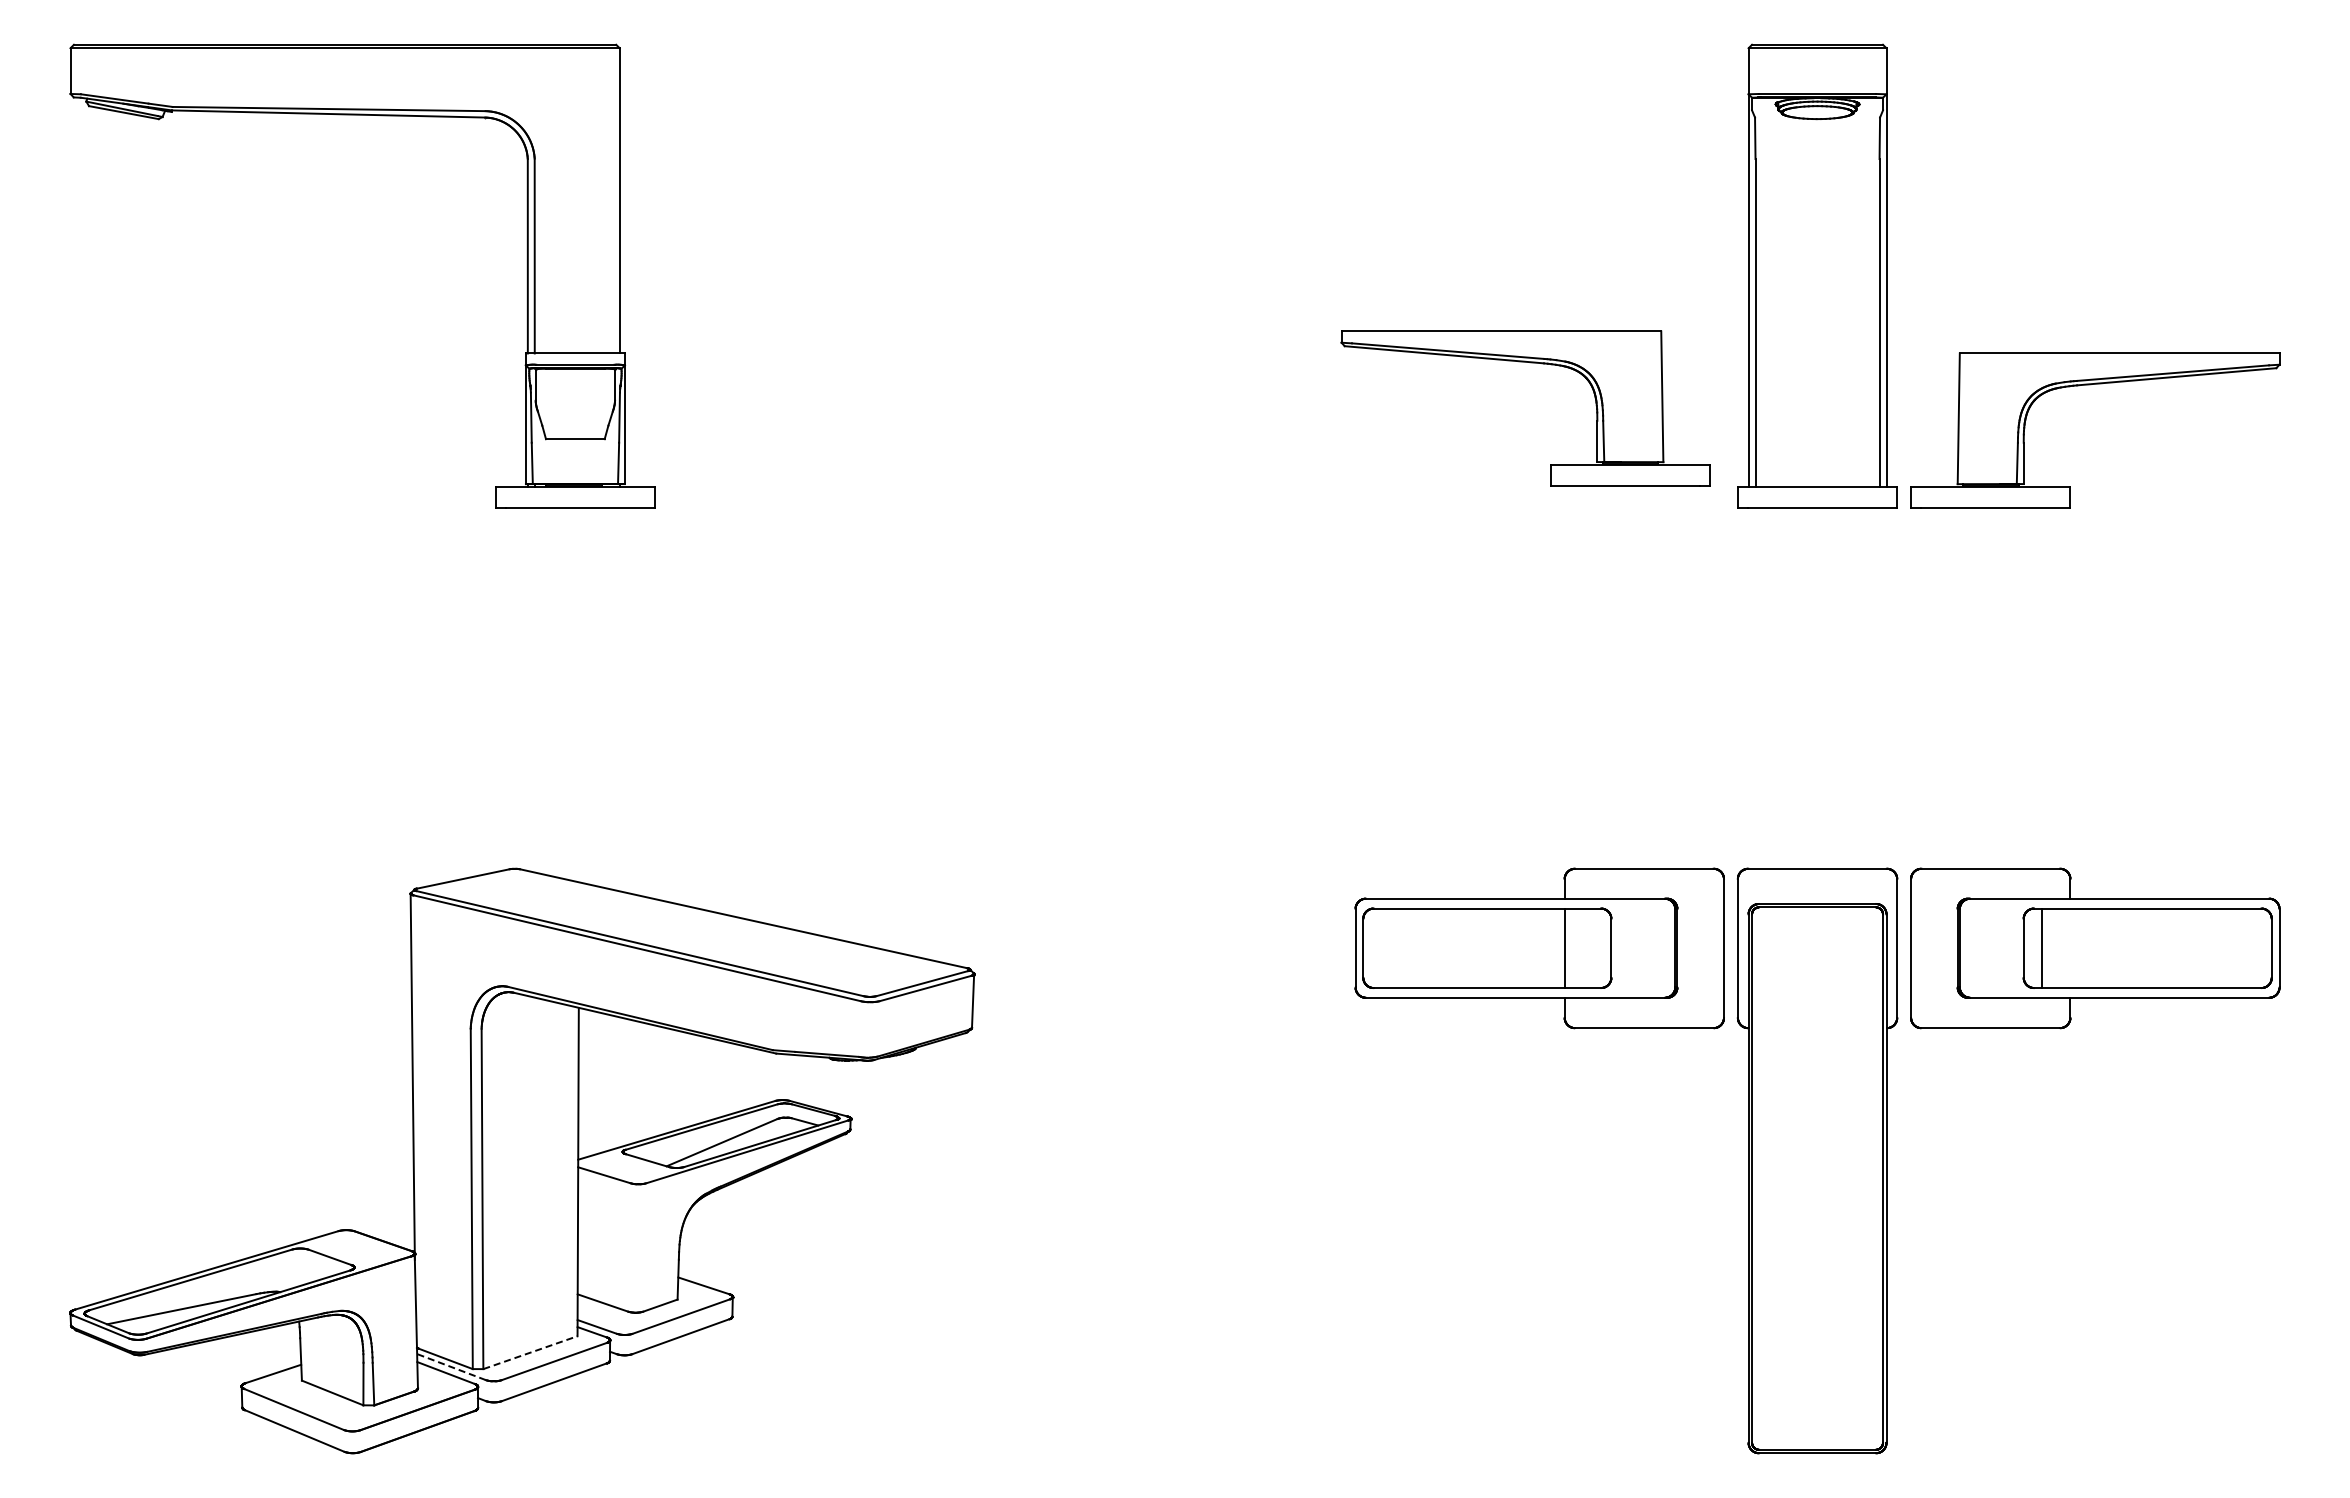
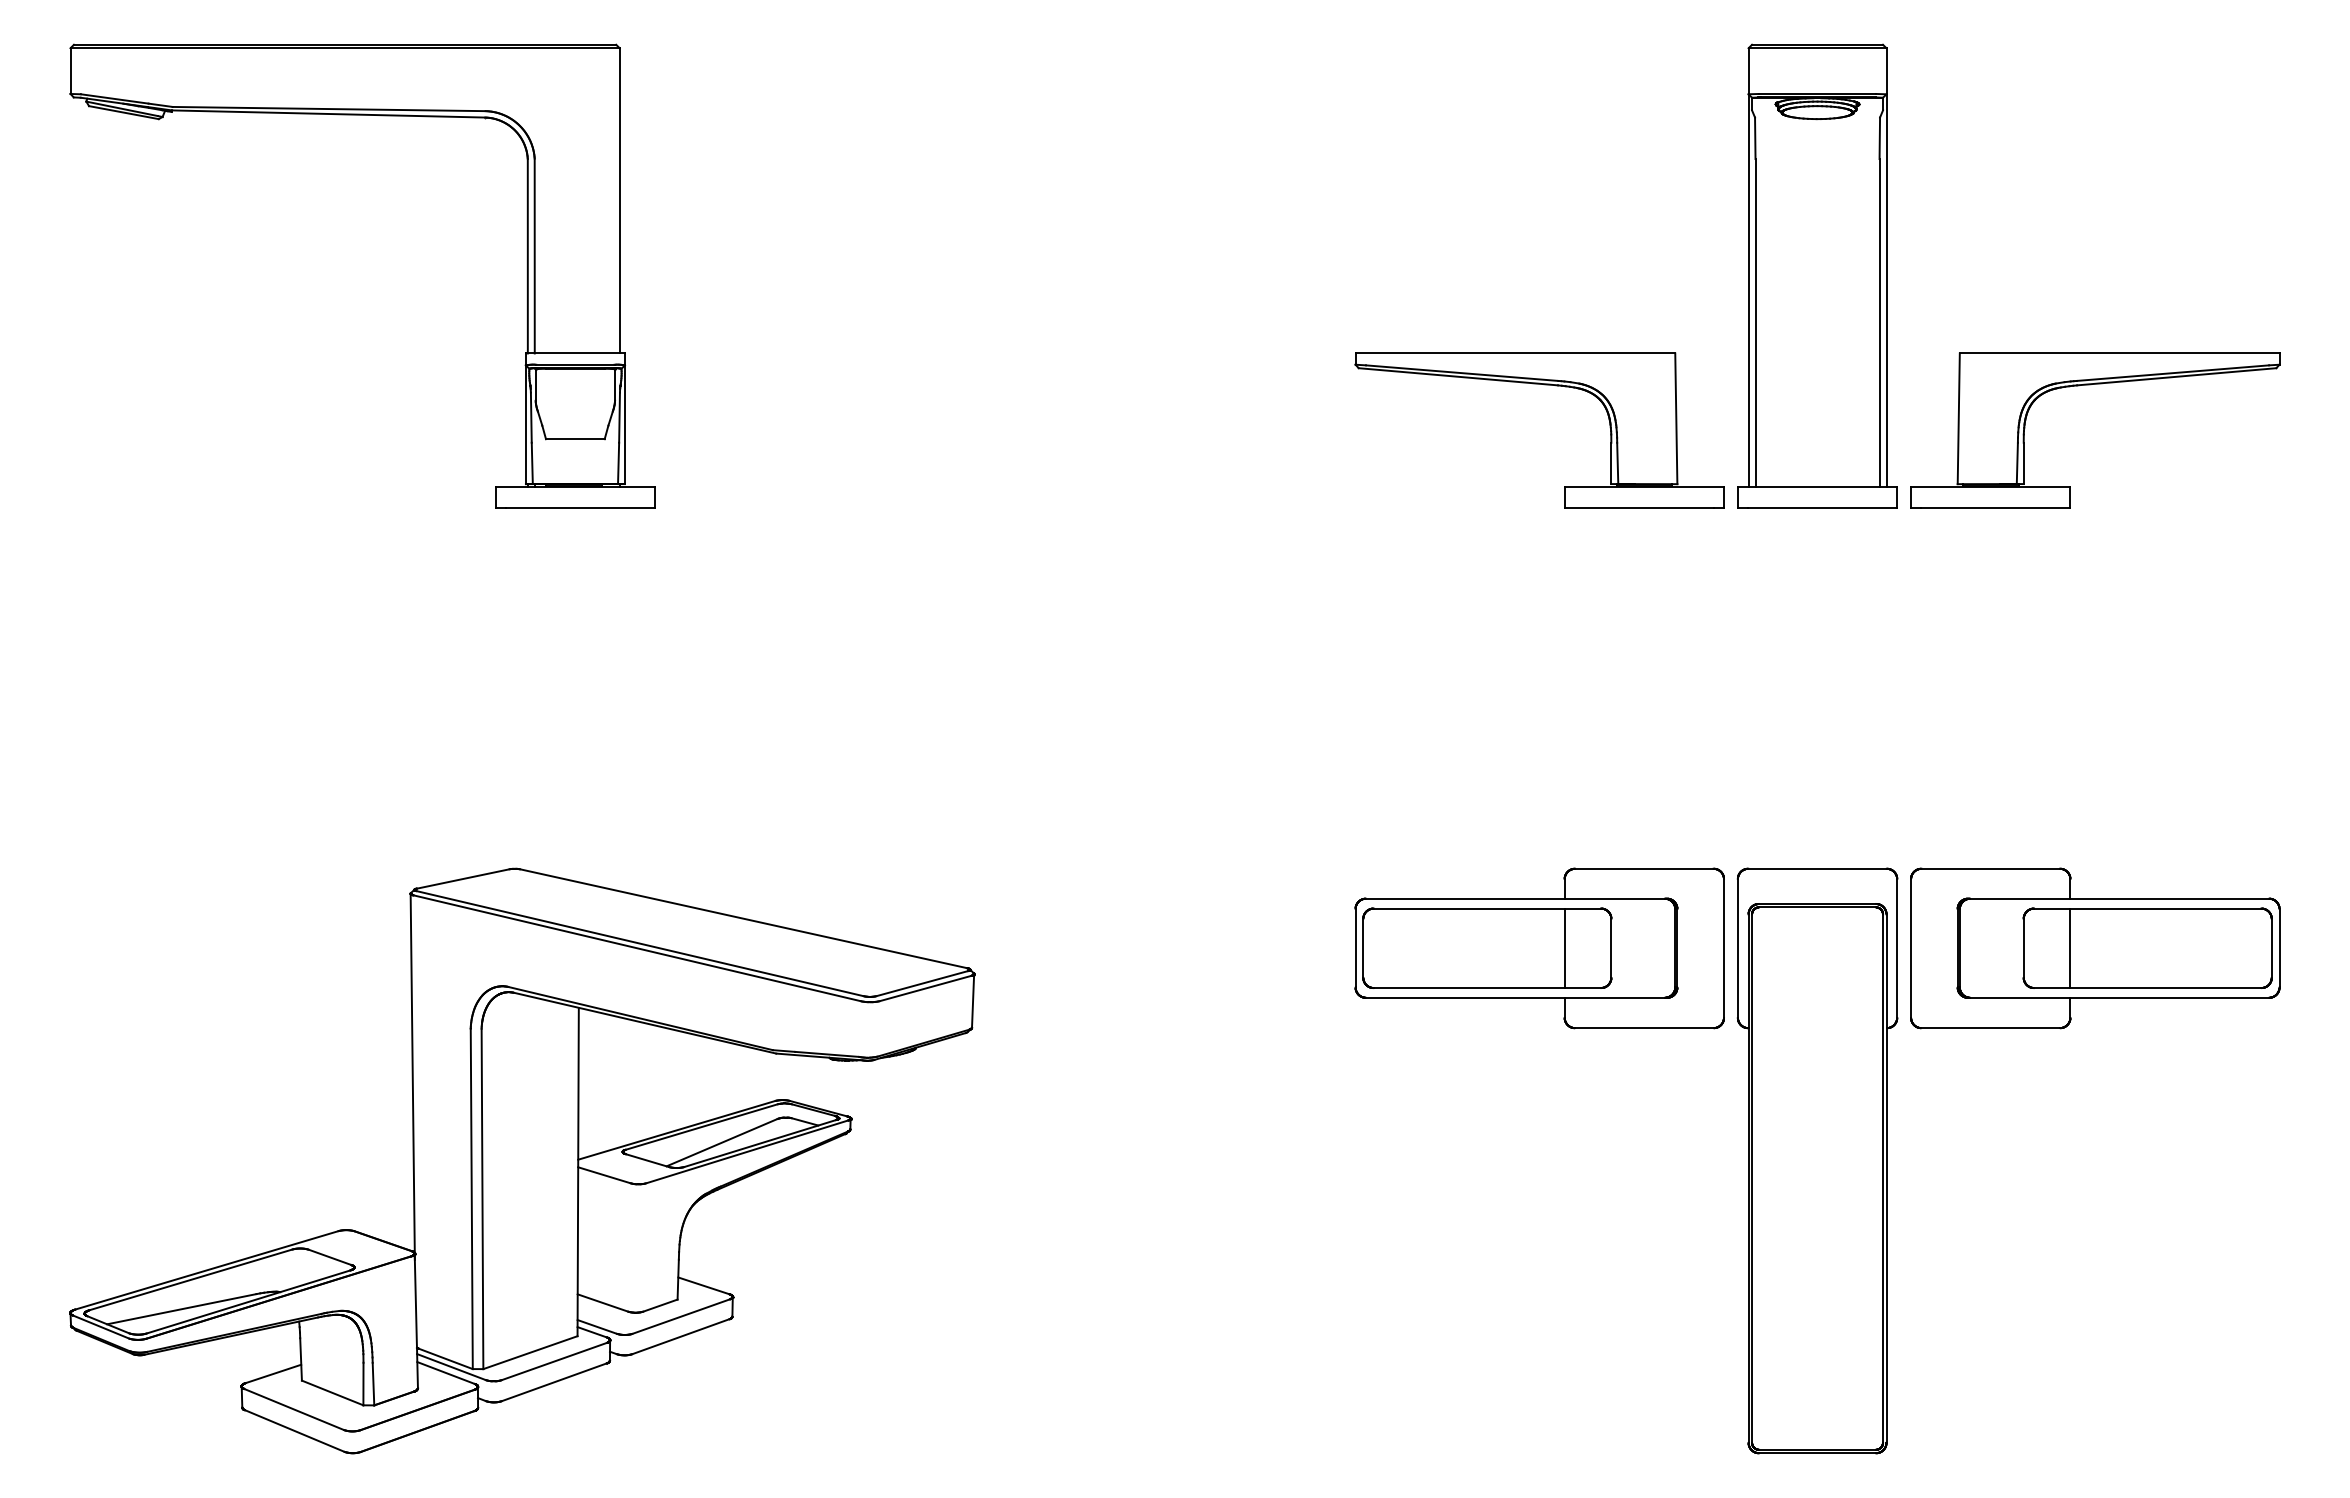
part at (1530, 363) position: (1530, 363) -> (1544, 385)
line at (2042, 948) position: (2042, 948) -> (2070, 948)
line at (530, 1352): dashed -> solid
line at (451, 1367): dashed -> solid
